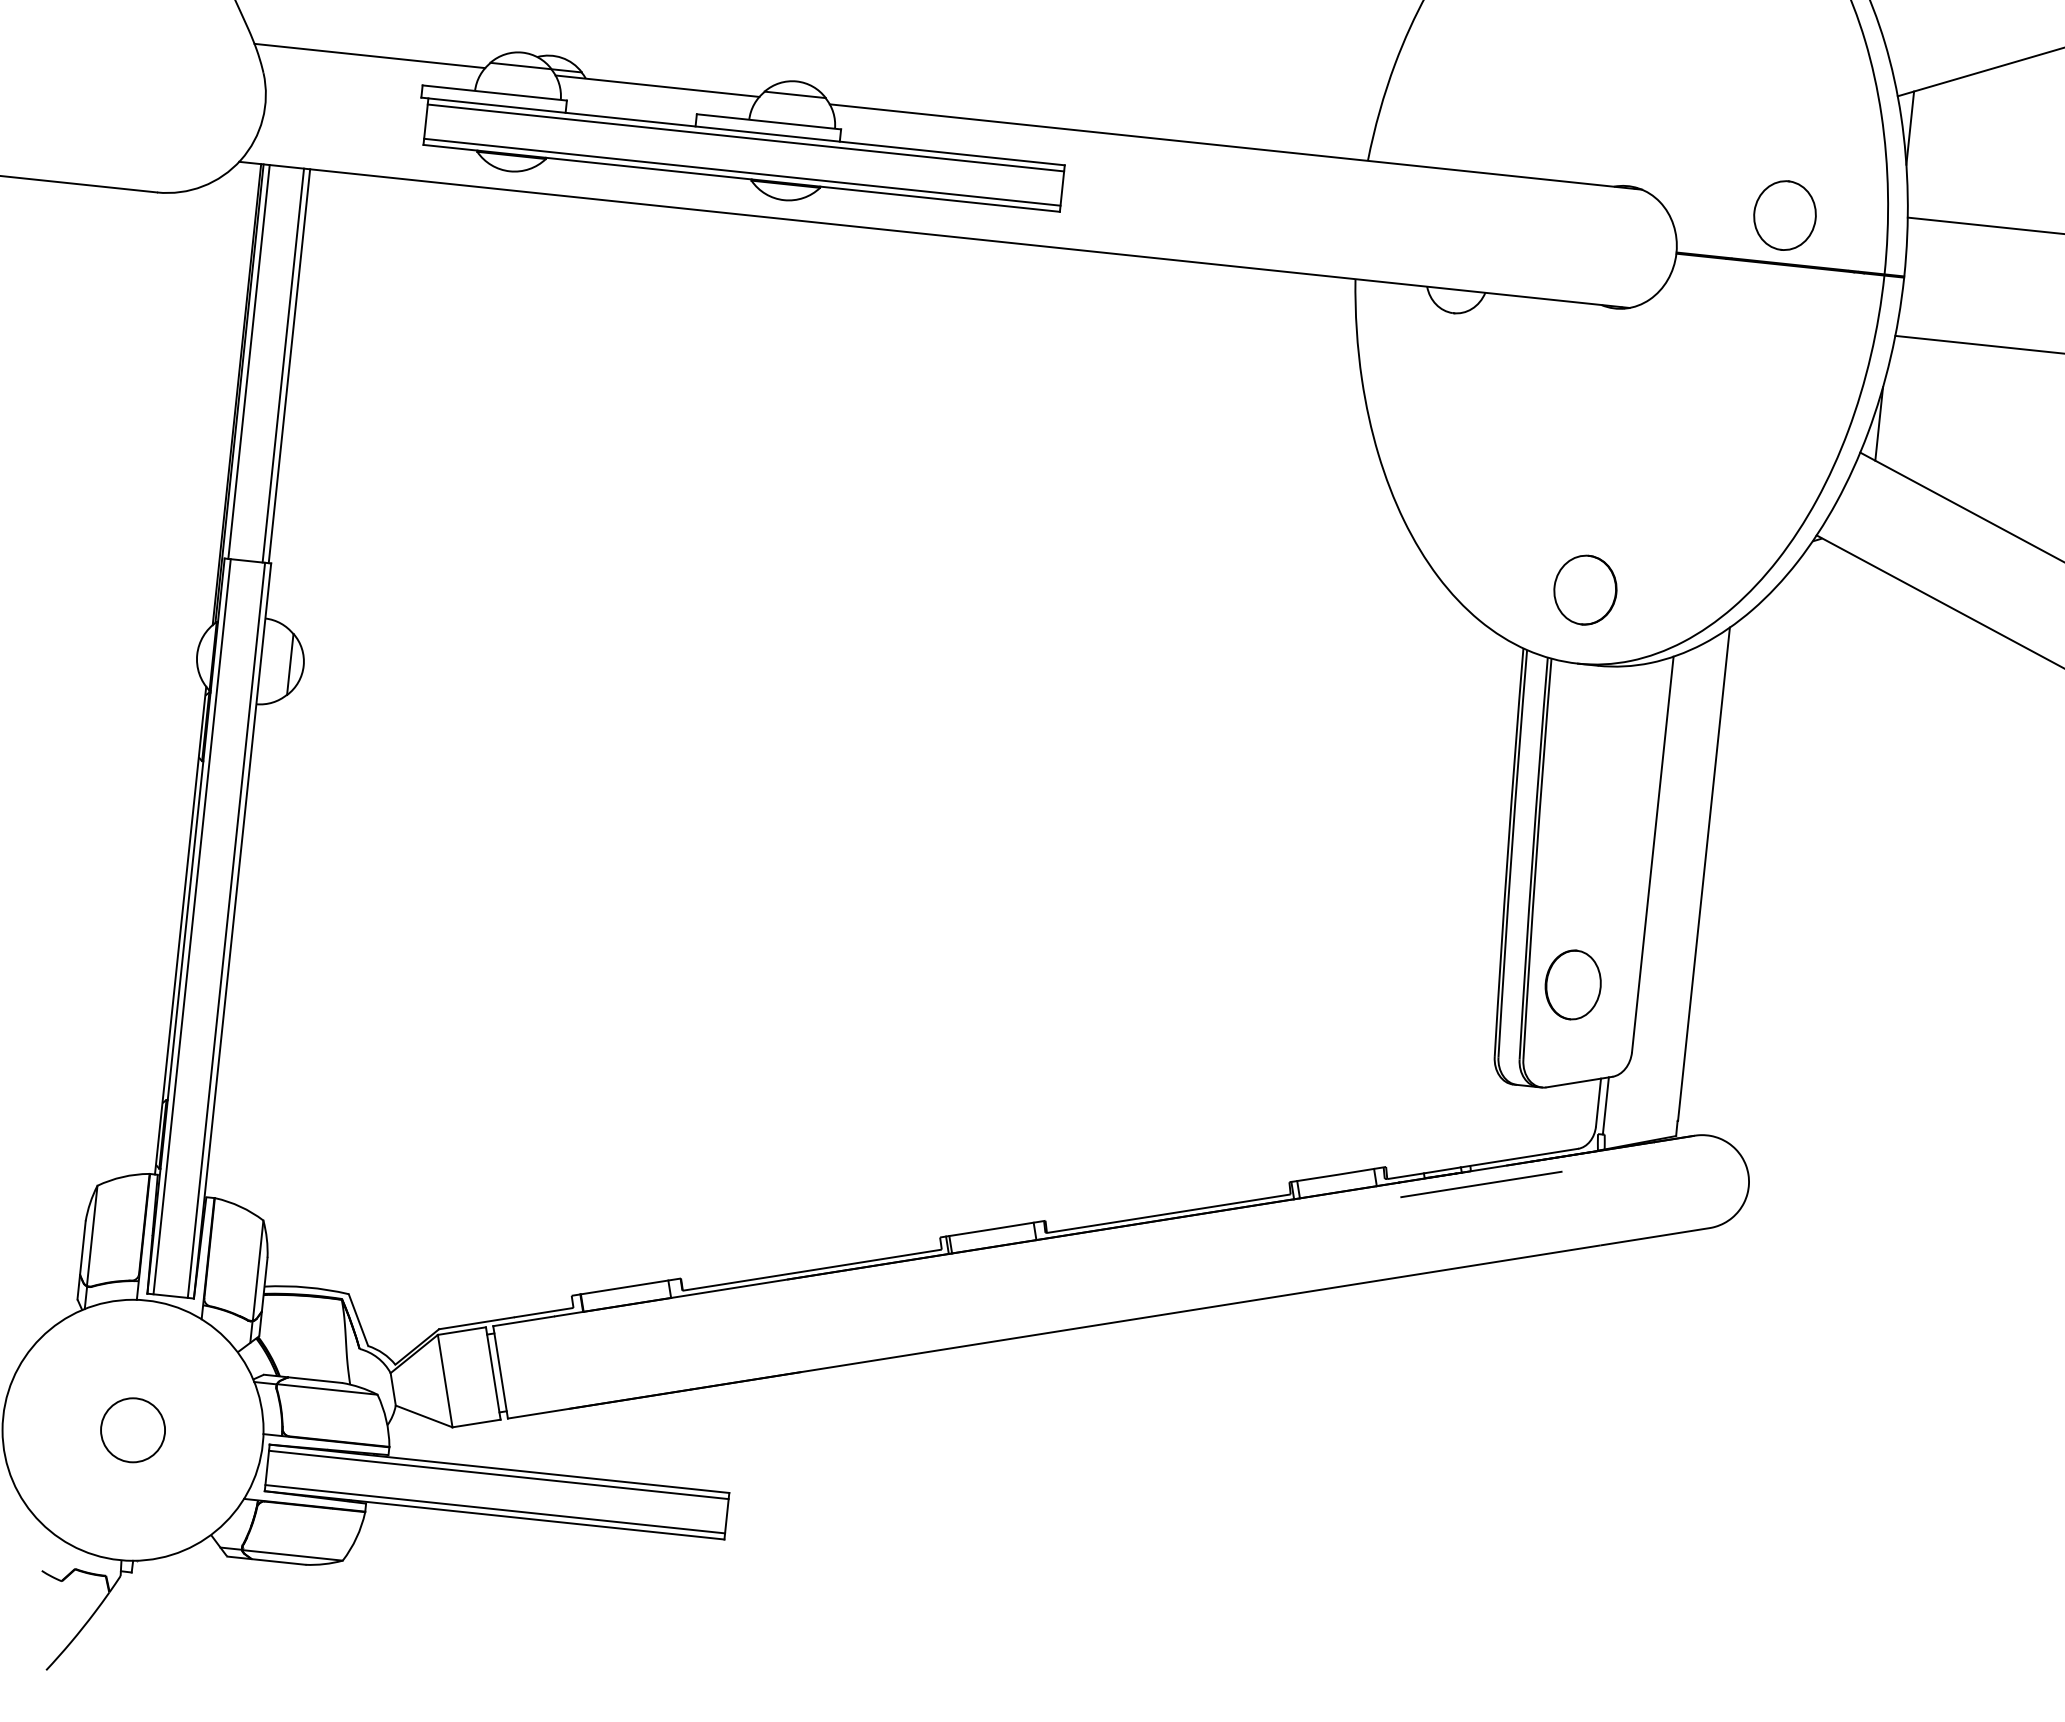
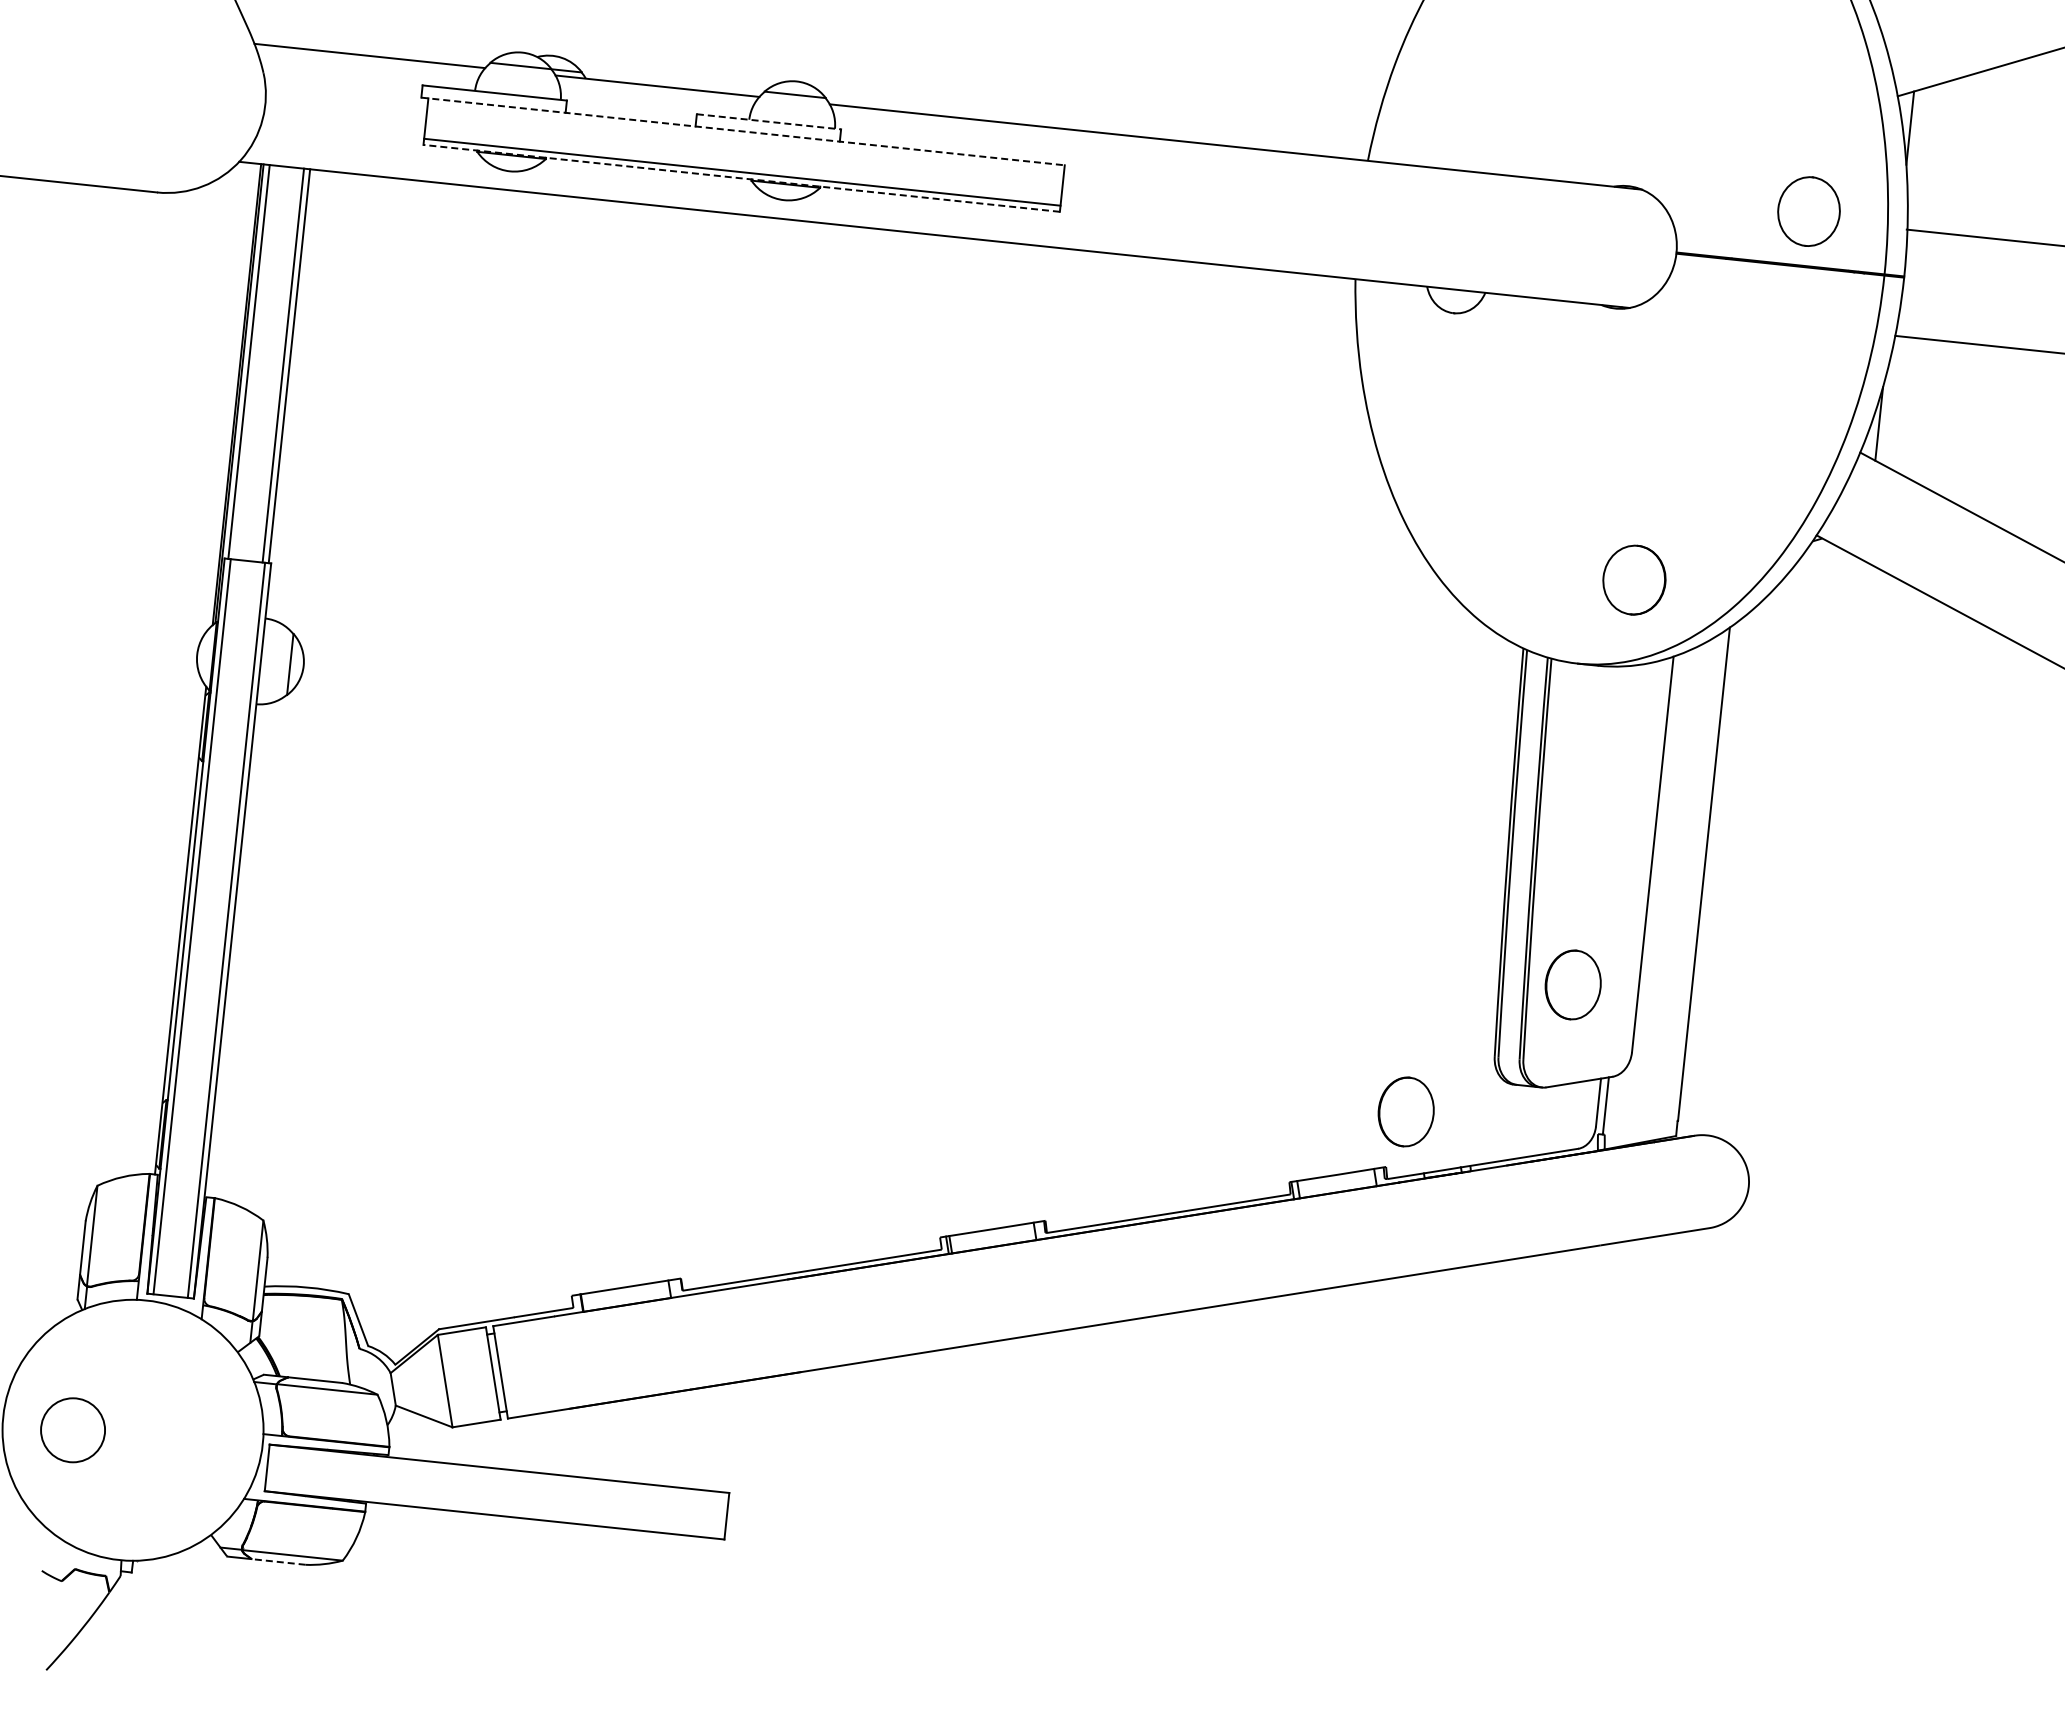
line at (768, 121): solid -> dashed
line at (743, 131): solid -> dashed
line at (745, 137): present -> none
line at (741, 178): solid -> dashed
part at (1784, 215) position: (1784, 215) -> (1808, 211)
line at (1984, 225) position: (1984, 225) -> (1983, 237)
part at (1585, 589) position: (1585, 589) -> (1634, 579)
part at (1405, 1111): none -> present
line at (1481, 1184): present -> none
circle at (132, 1430) position: (132, 1430) -> (72, 1430)
line at (498, 1474): present -> none
line at (495, 1509): present -> none
line at (278, 1561): solid -> dashed
